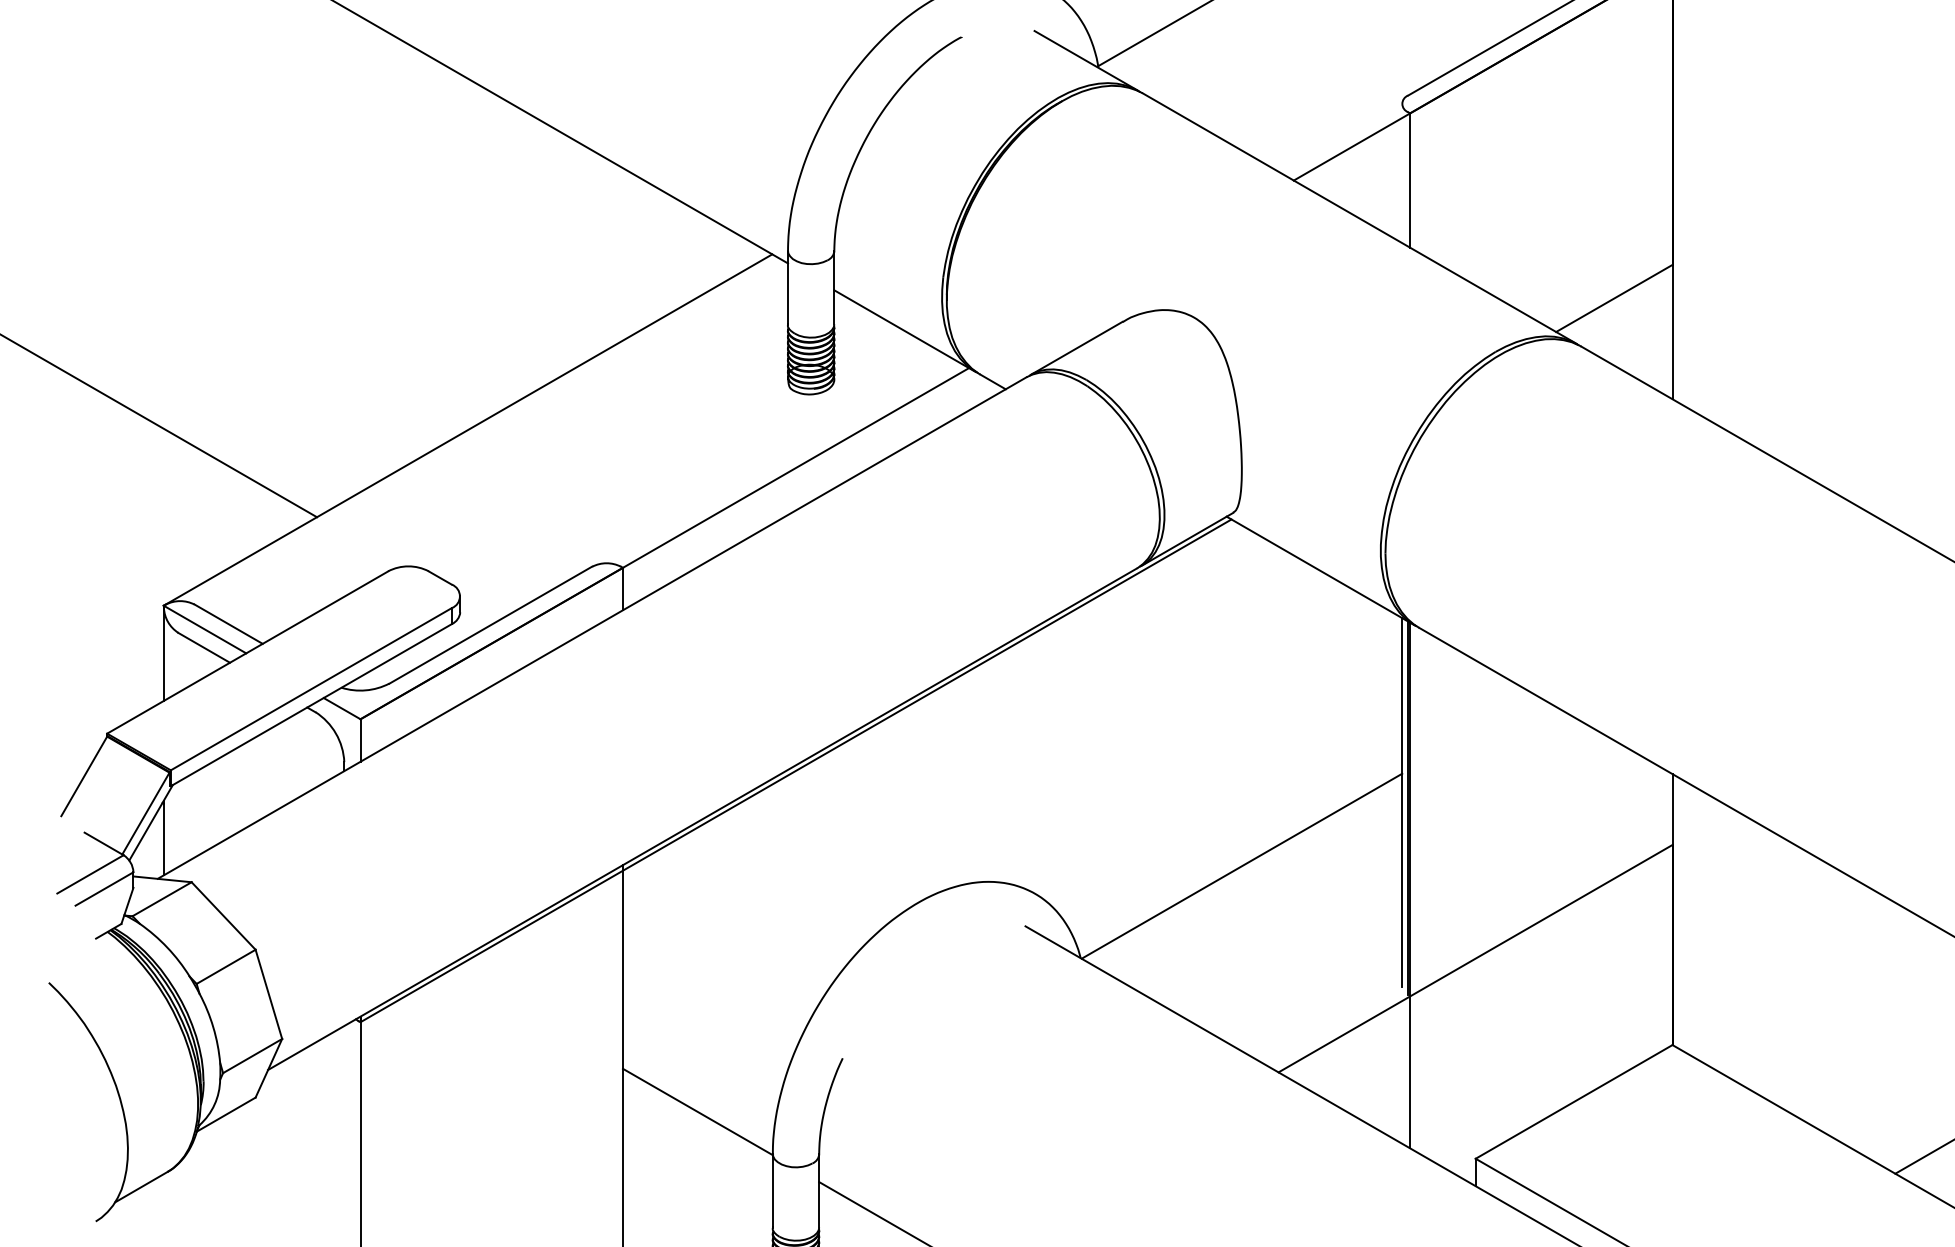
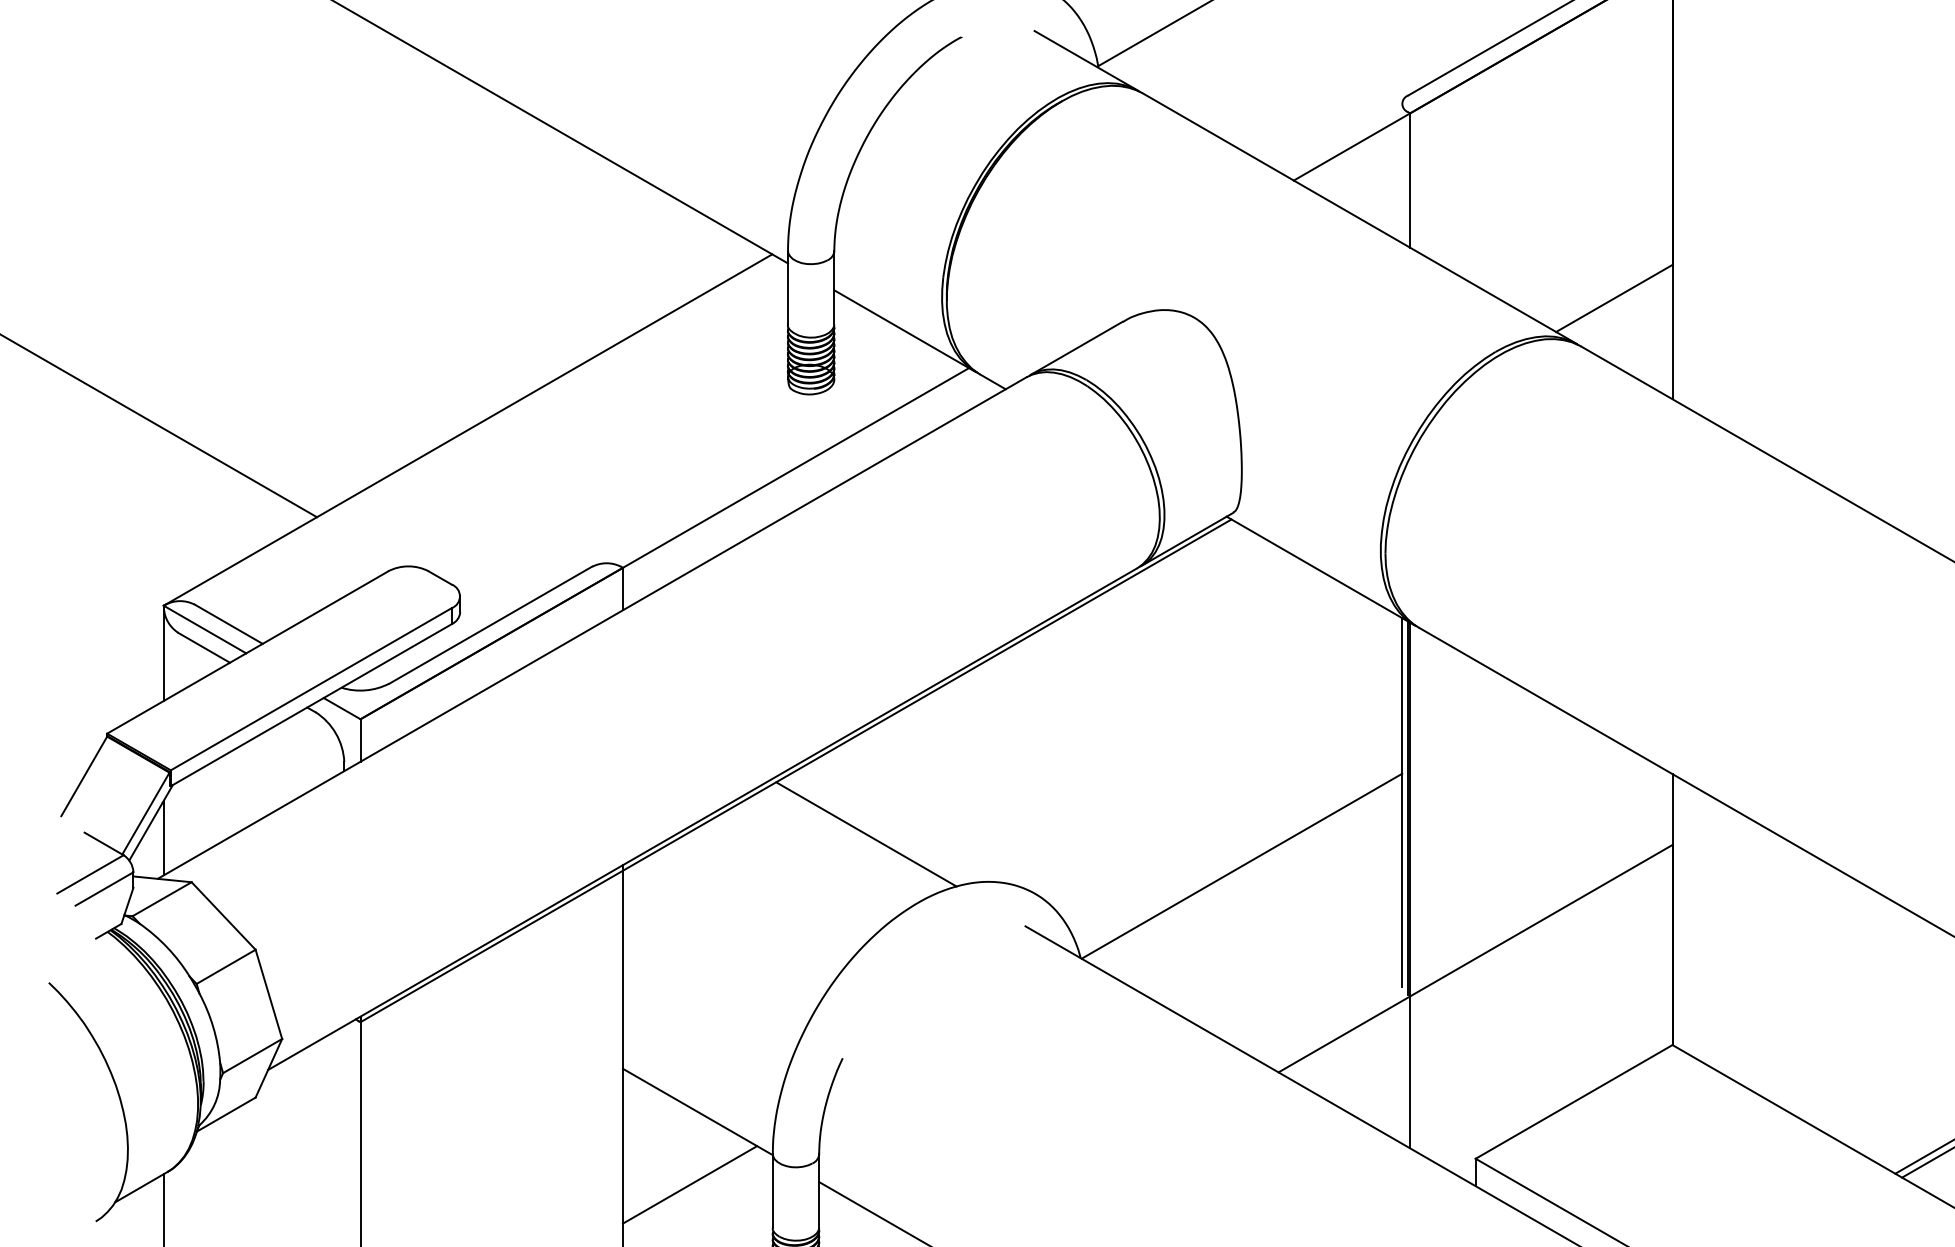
line at (866, 834): none -> present
line at (1926, 1163): none -> present
line at (689, 1184): none -> present
line at (163, 1208): none -> present
